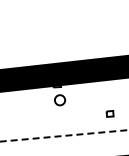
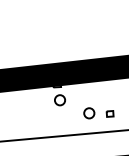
circle at (89, 113): none -> present
line at (65, 135): dashed -> solid
